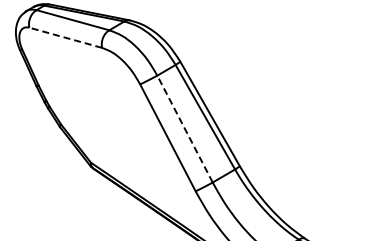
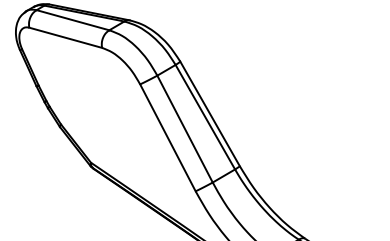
line at (65, 37): dashed -> solid
line at (184, 128): dashed -> solid
